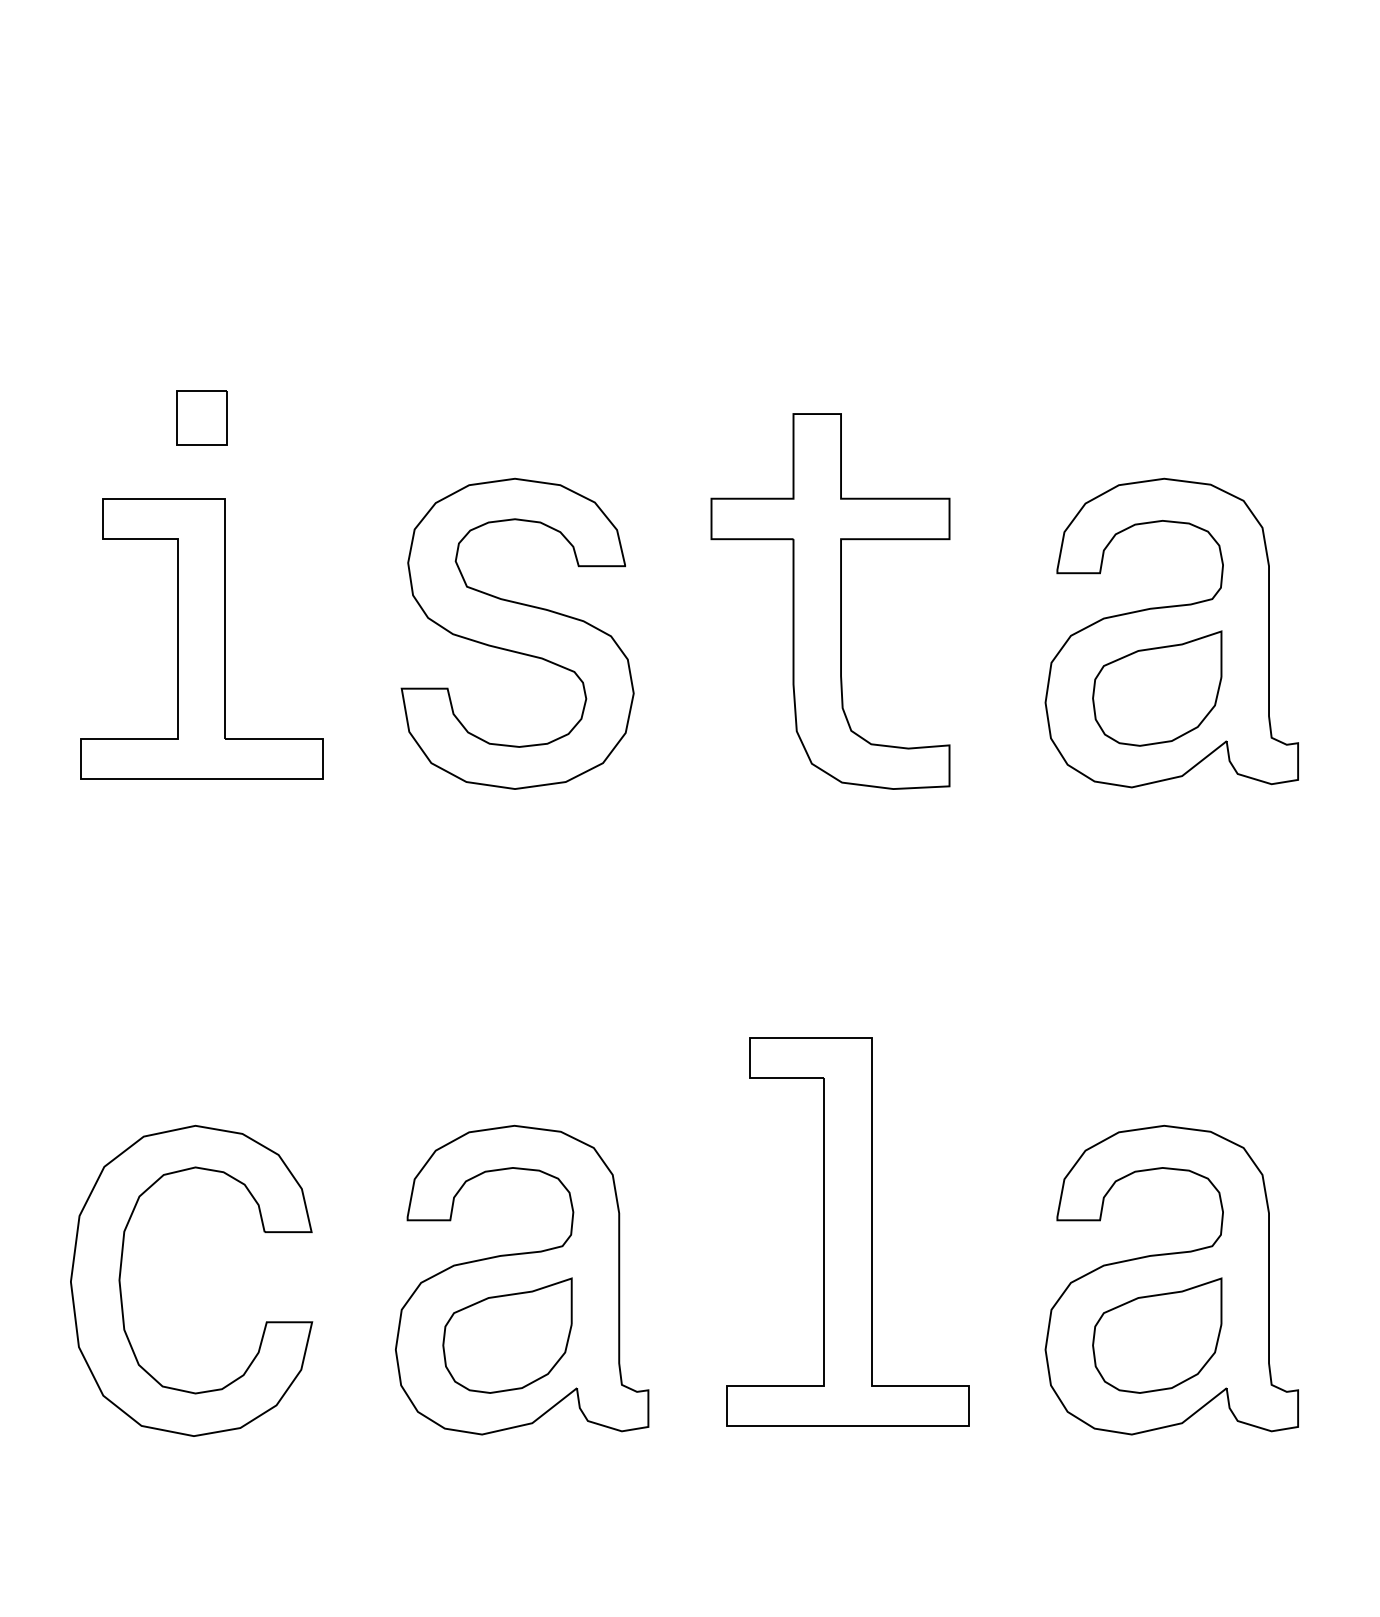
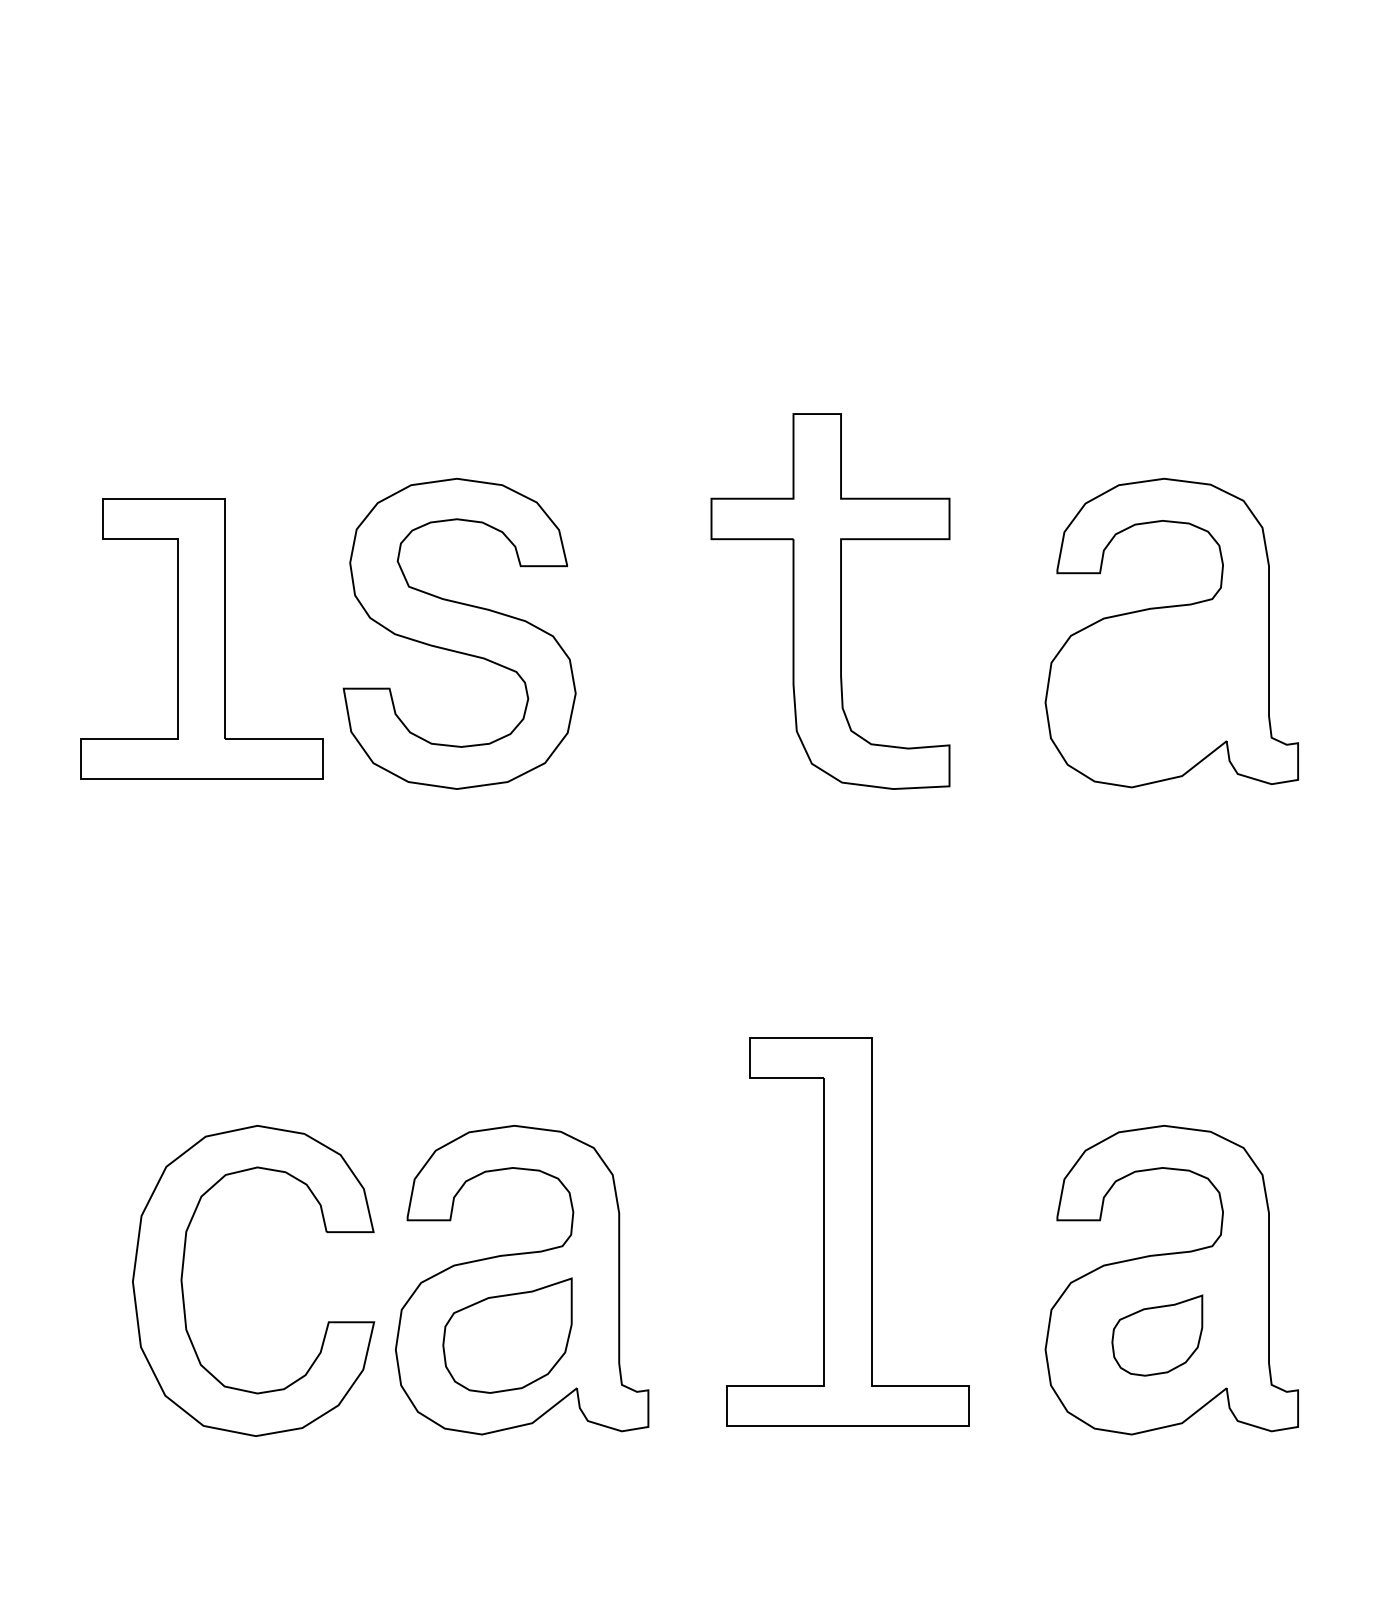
part at (201, 417): present -> none
part at (517, 633) position: (517, 633) -> (459, 633)
part at (1157, 688): present -> none
part at (121, 1287) position: (121, 1287) -> (183, 1287)
part at (1157, 1335) size: 131x117 px -> 93x83 px
